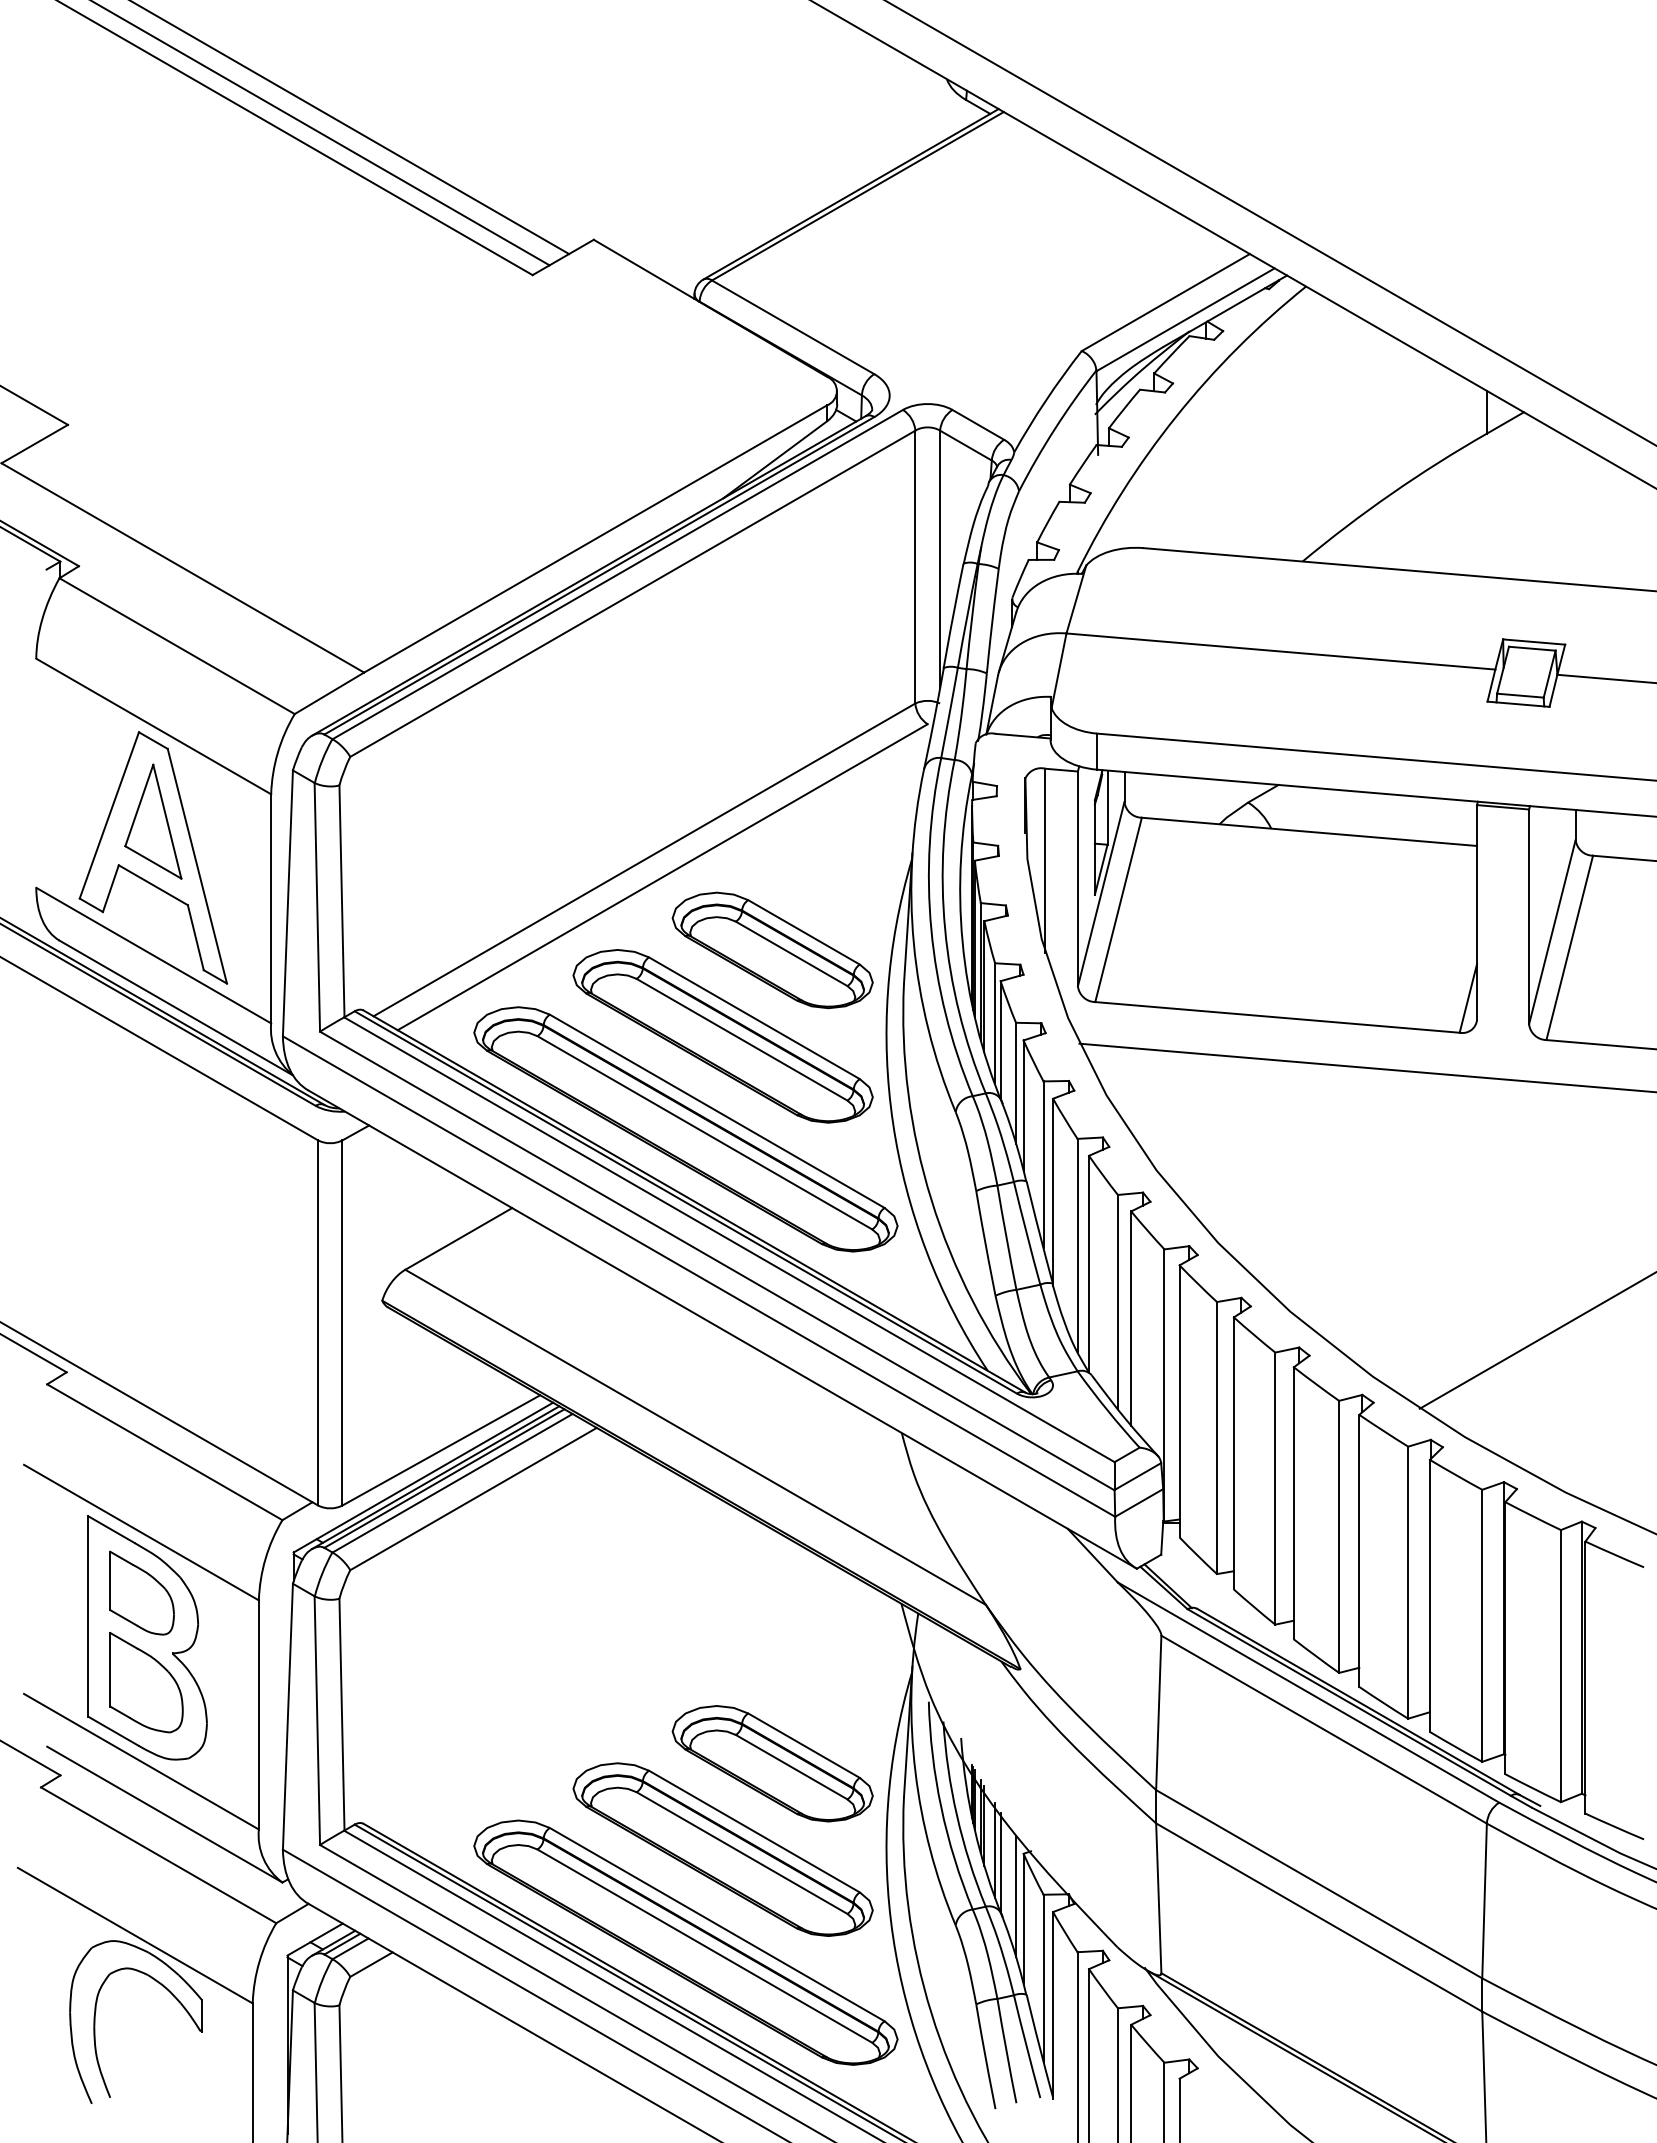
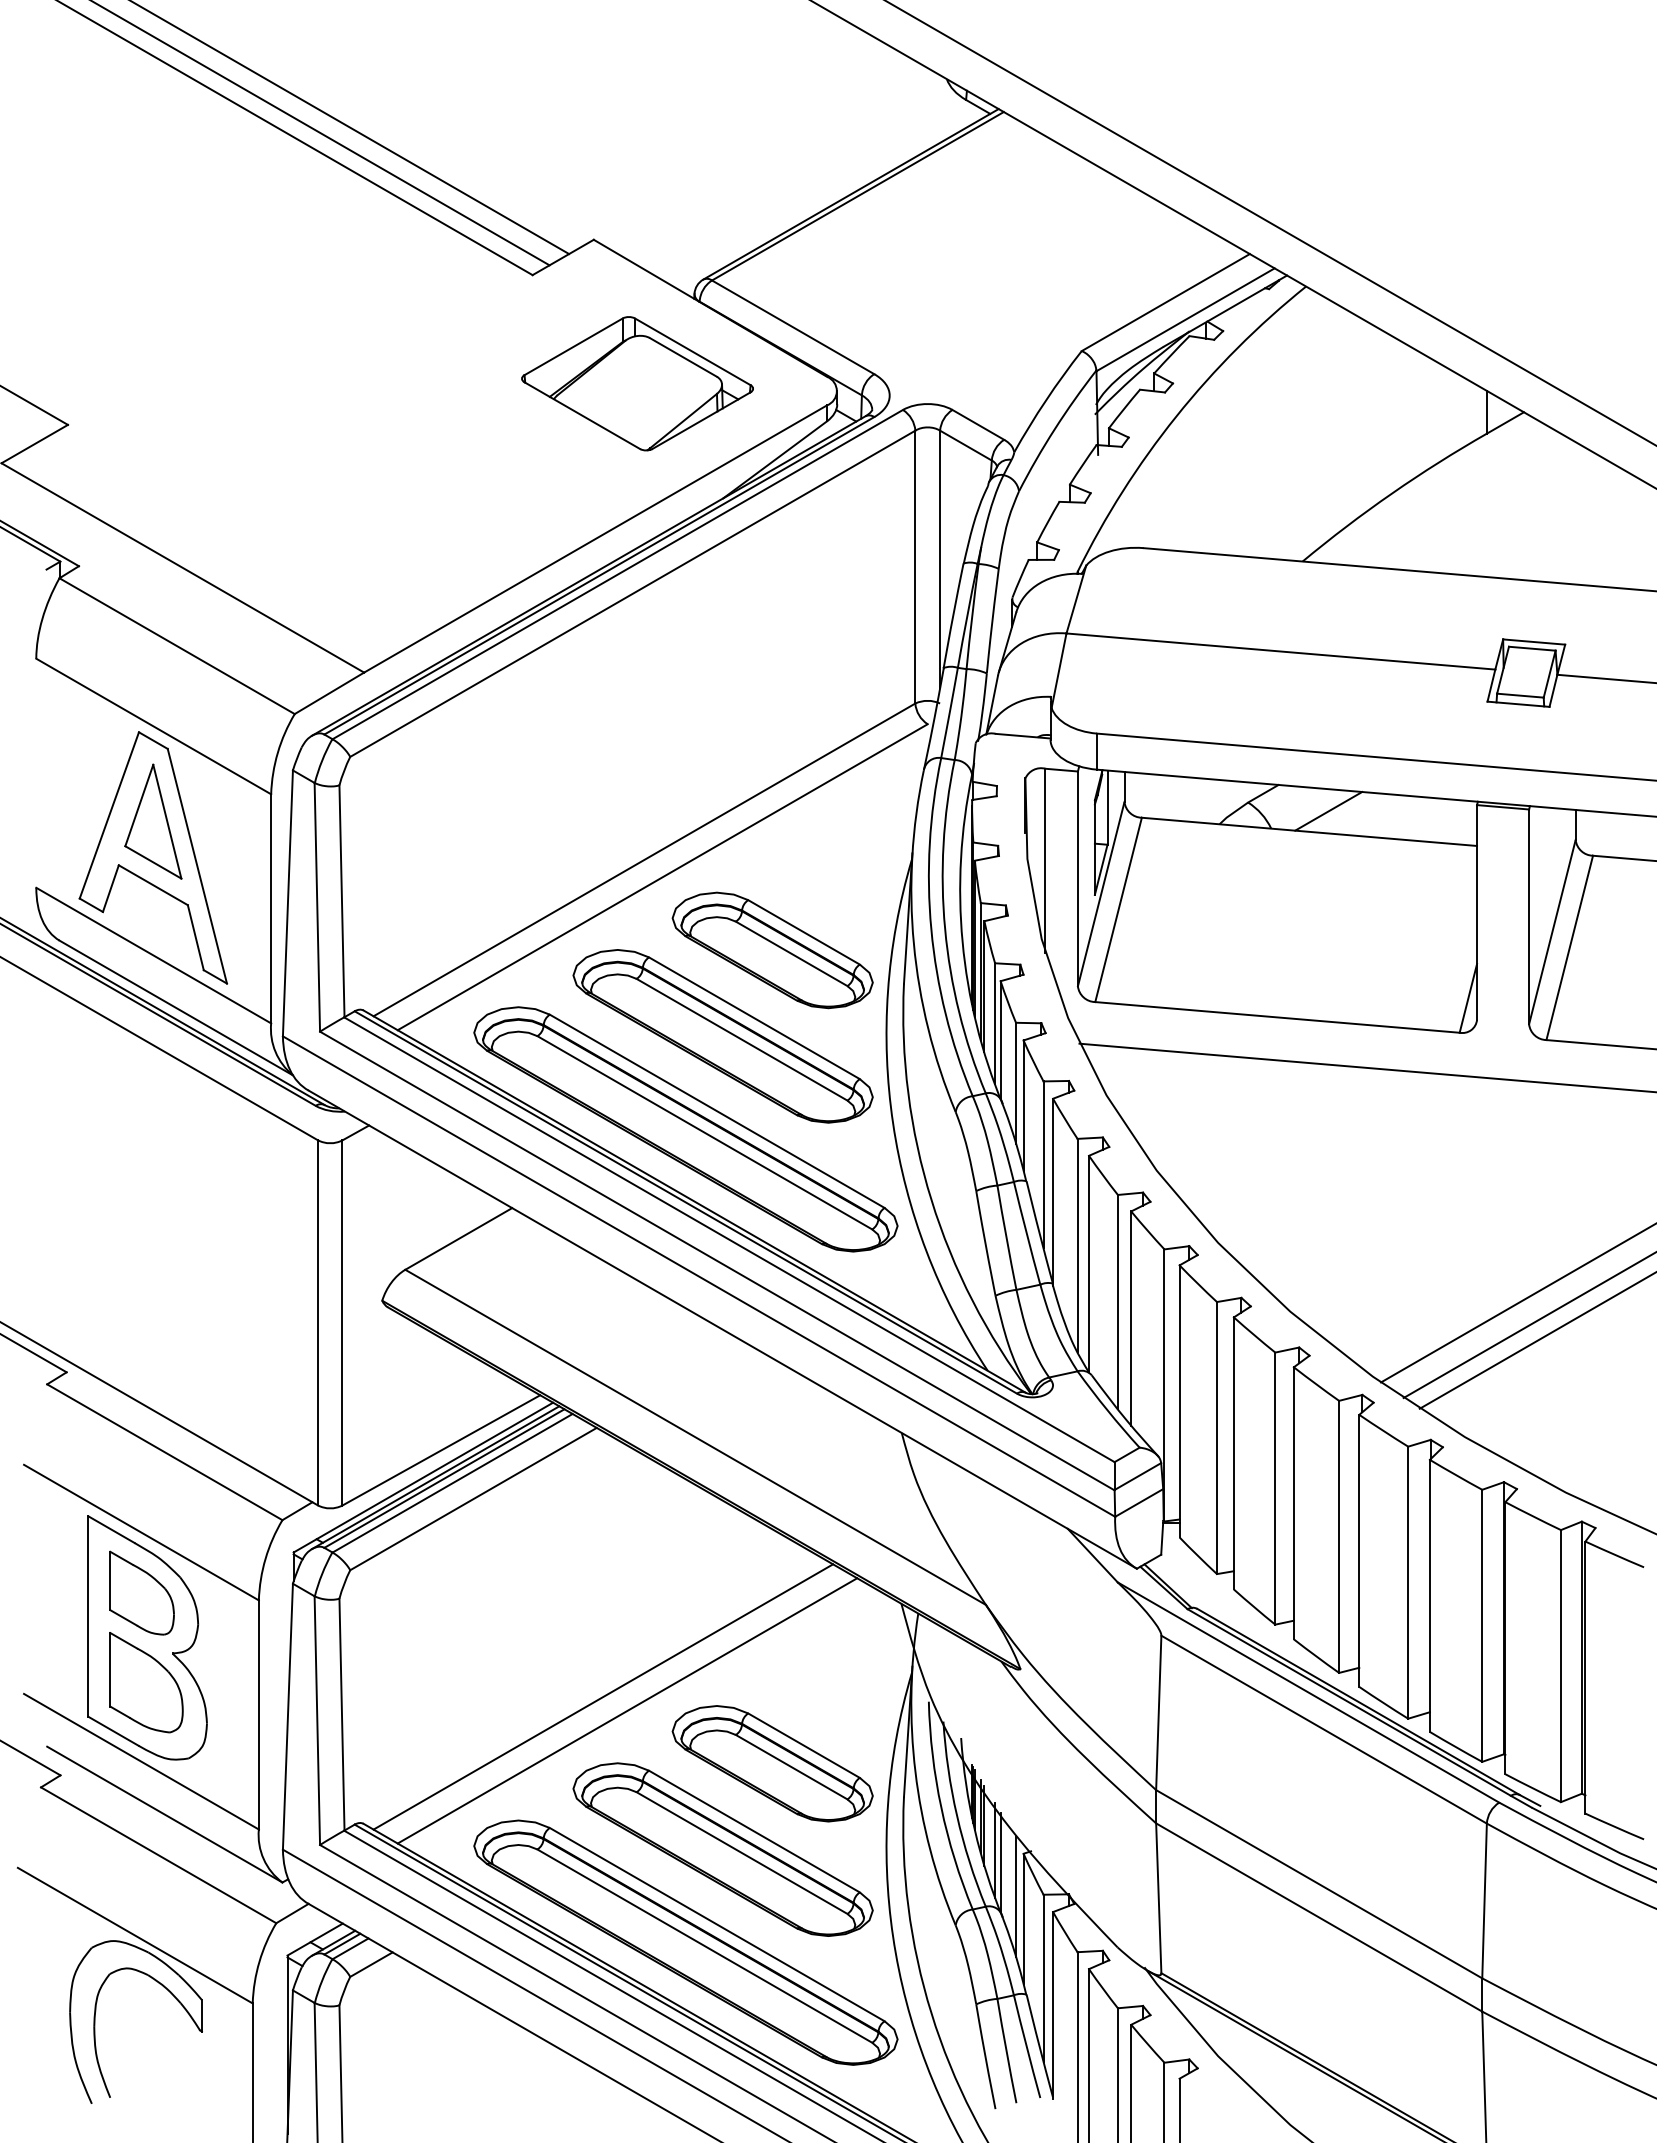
part at (637, 383): none -> present
line at (1328, 811): none -> present
line at (1517, 1303): none -> present
line at (1528, 1325): none -> present
line at (603, 1696): none -> present
line at (627, 1710): none -> present
